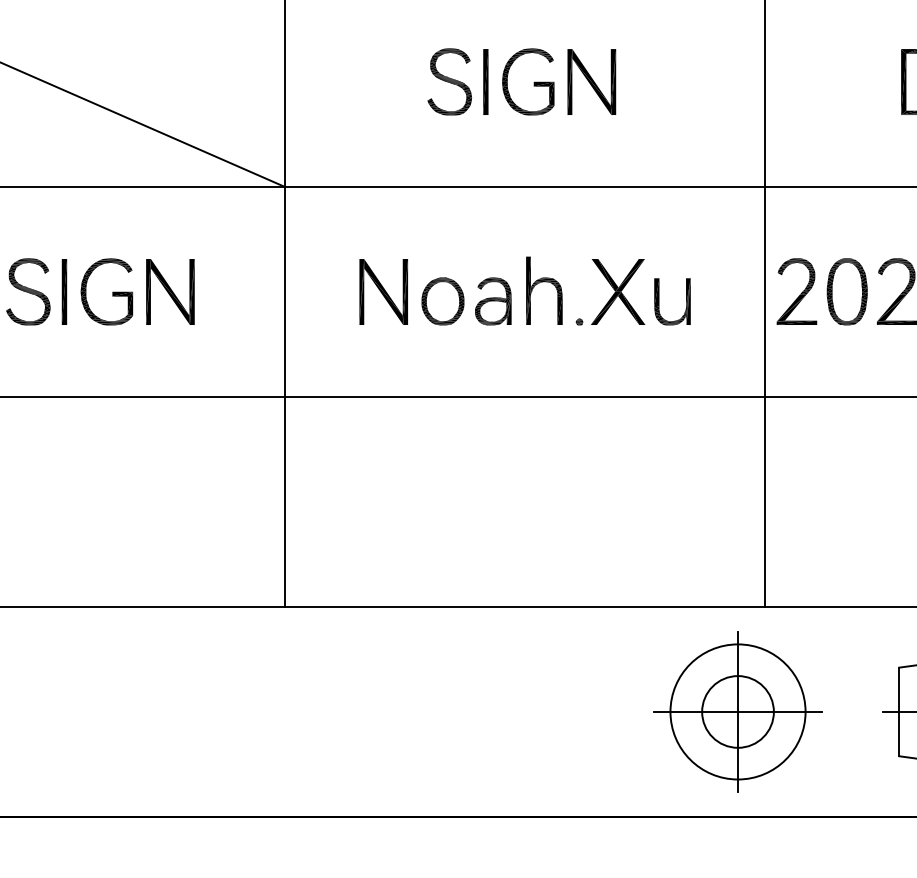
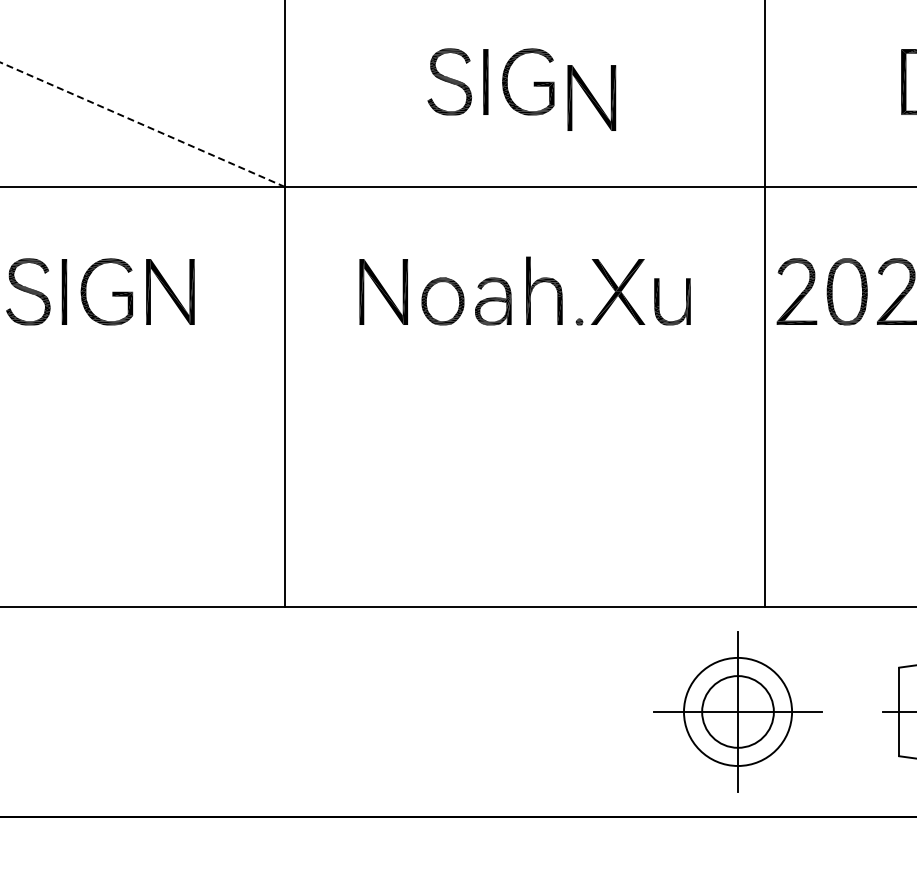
part at (591, 81) position: (591, 81) -> (591, 97)
line at (142, 124): solid -> dashed
line at (457, 397): present -> none
circle at (737, 711) diameter: 135 px -> 108 px
